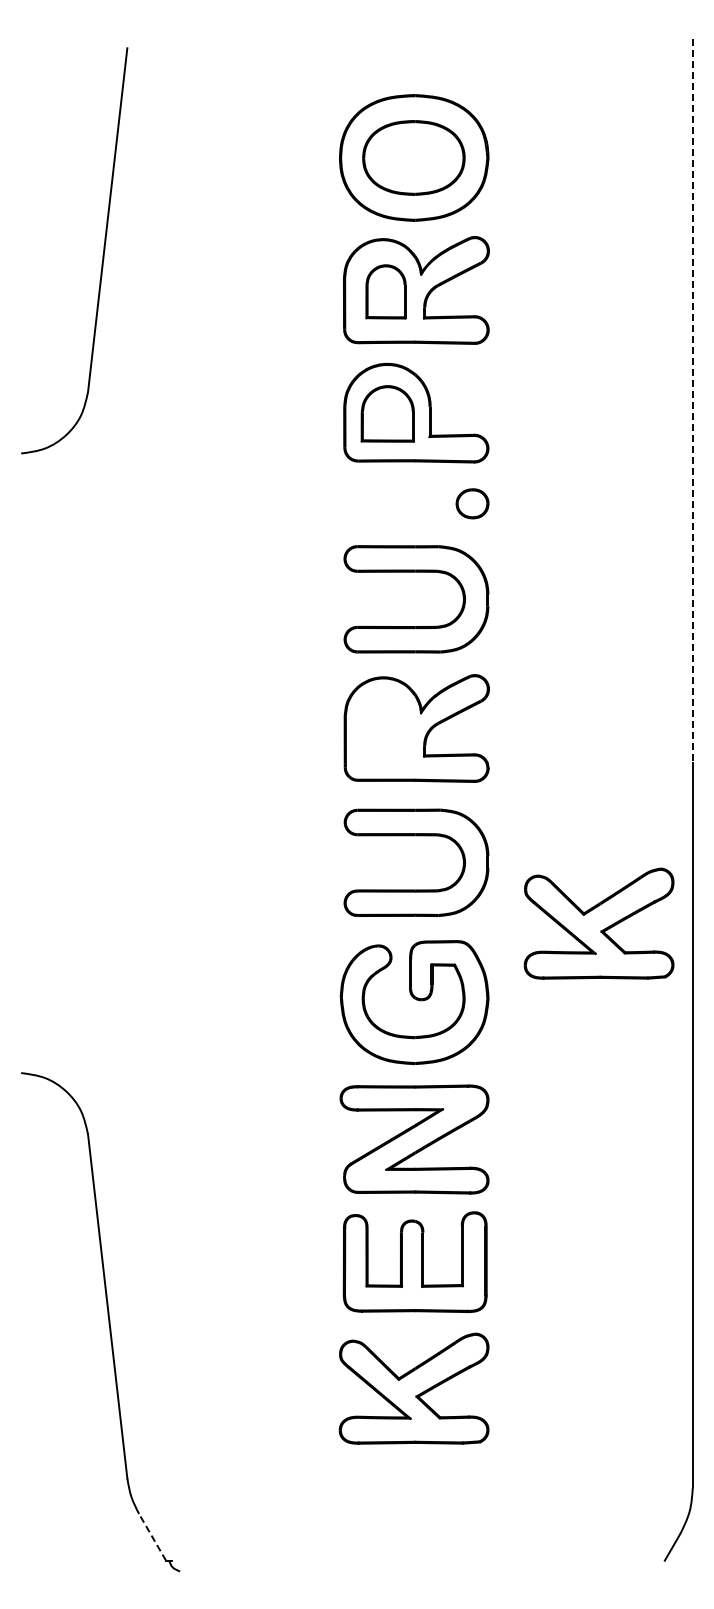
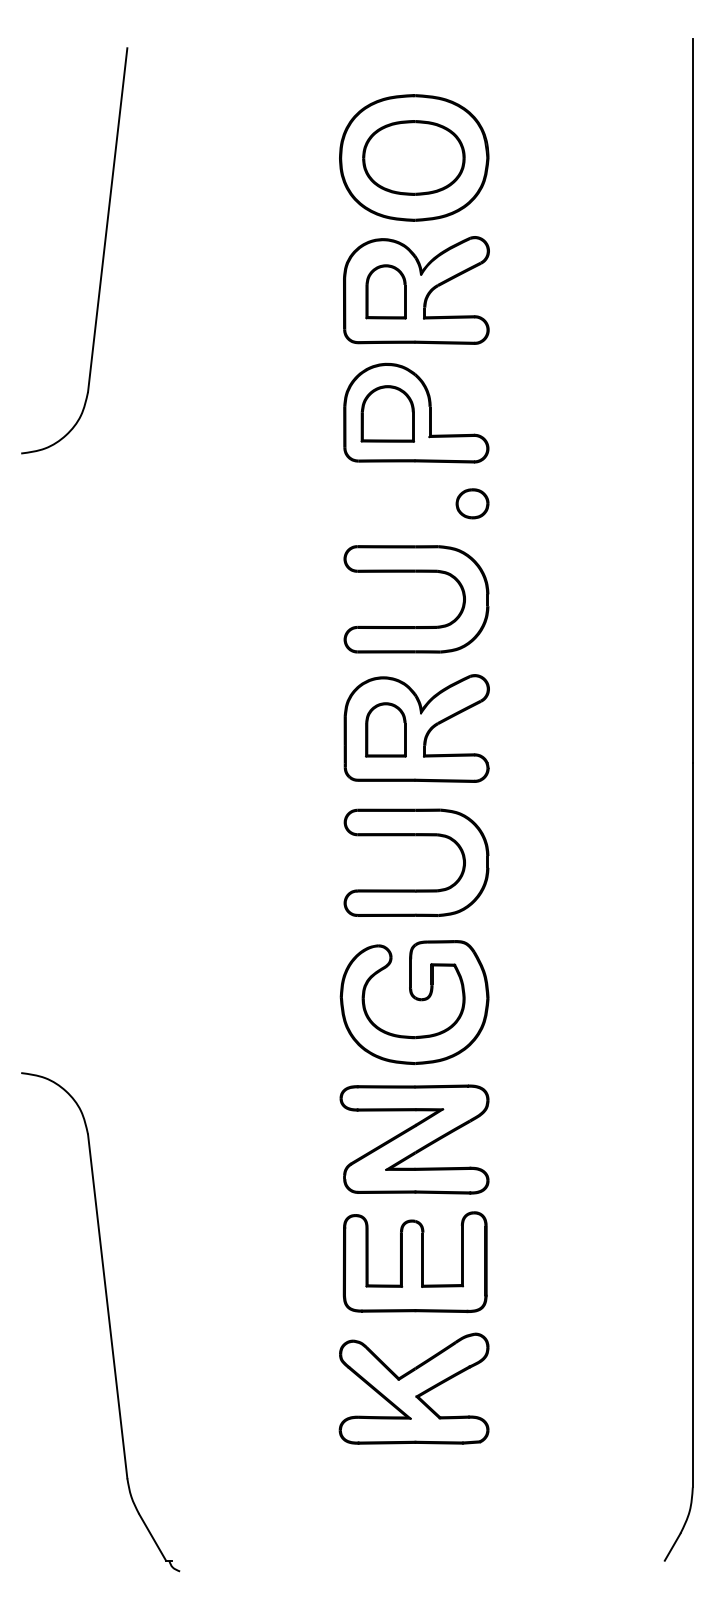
line at (692, 401): dashed -> solid
part at (385, 729): none -> present
part at (598, 923): present -> none
line at (152, 1537): dashed -> solid
